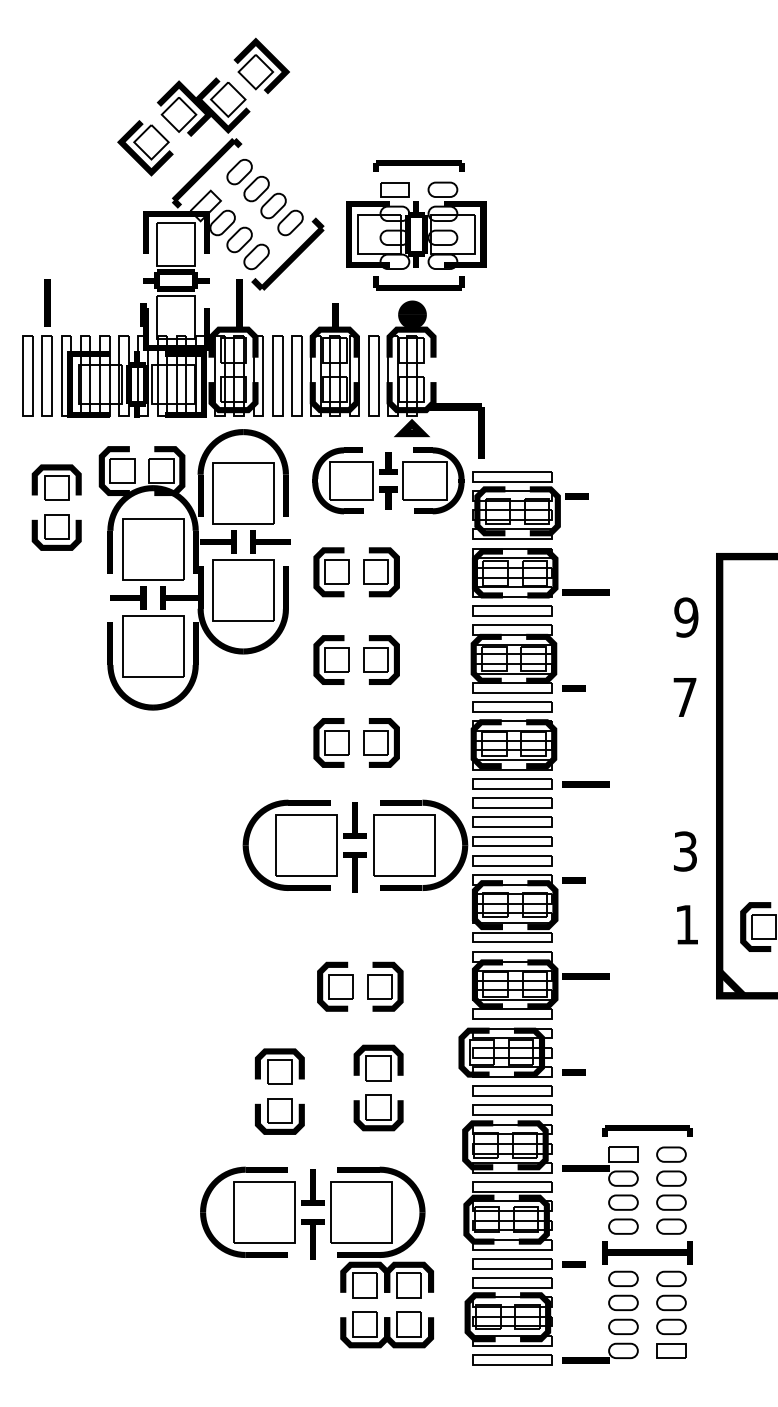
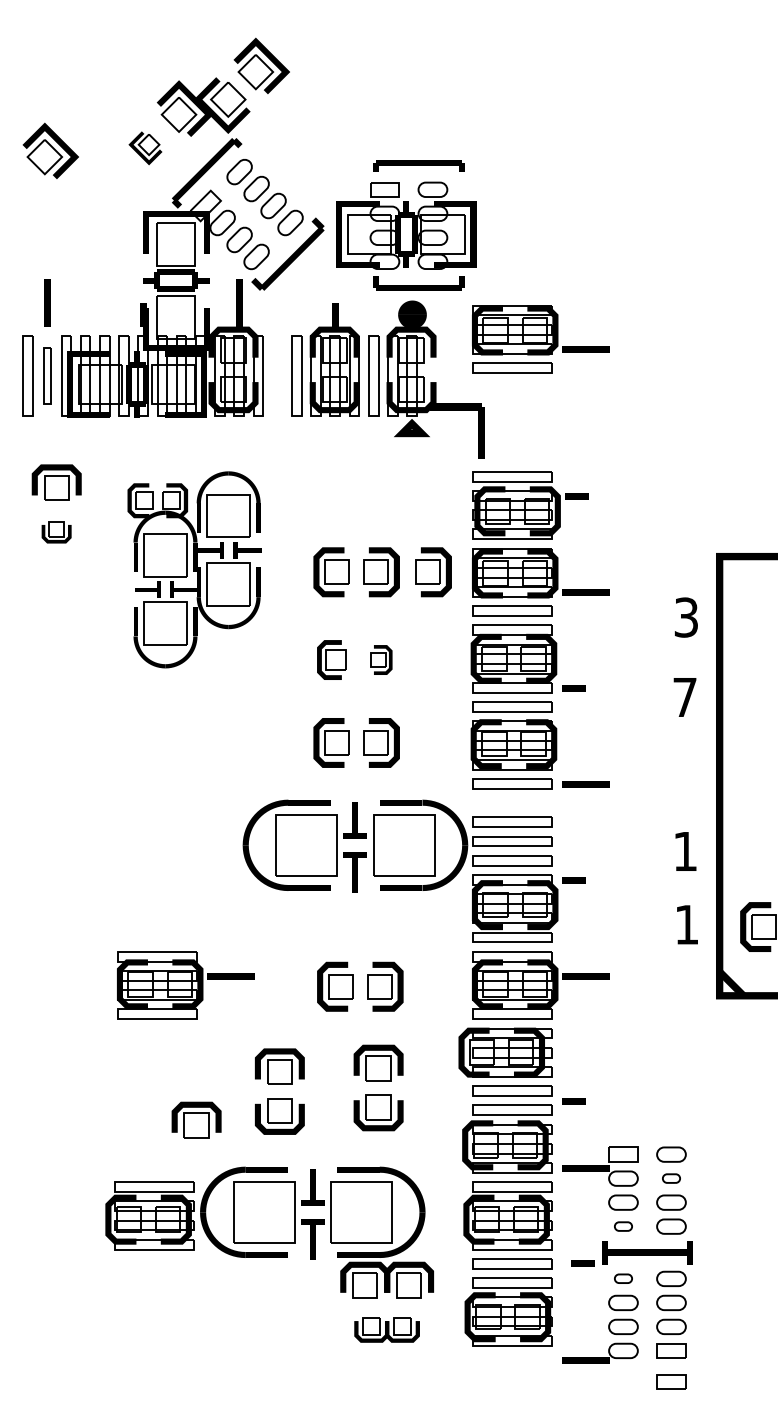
part at (145, 148) size: 57x57 px -> 35x35 px
part at (50, 150): none -> present
part at (416, 225) position: (416, 225) -> (406, 225)
part at (540, 339): none -> present
part at (46, 375) size: 12x82 px -> 9x58 px
part at (277, 375): present -> none
part at (388, 480): present -> none
part at (56, 532) size: 51x37 px -> 31x23 px
part at (194, 569) size: 193x282 px -> 135x198 px
part at (433, 572): none -> present
text at (686, 617): 9 -> 3
part at (331, 659) size: 37x50 px -> 30x40 px
part at (381, 659) size: 37x50 px -> 23x30 px
part at (512, 802): present -> none
text at (685, 851): 3 -> 1
part at (185, 985): none -> present
line at (573, 1072) position: (573, 1072) -> (573, 1101)
part at (196, 1119): none -> present
part at (647, 1130): present -> none
part at (671, 1178) size: 31x17 px -> 19x11 px
part at (149, 1215): none -> present
part at (623, 1226) size: 31x17 px -> 19x11 px
line at (573, 1264) position: (573, 1264) -> (582, 1263)
part at (623, 1278) size: 31x17 px -> 19x11 px
part at (386, 1329) size: 94x38 px -> 66x26 px
part at (512, 1359): present -> none
part at (671, 1381): none -> present
